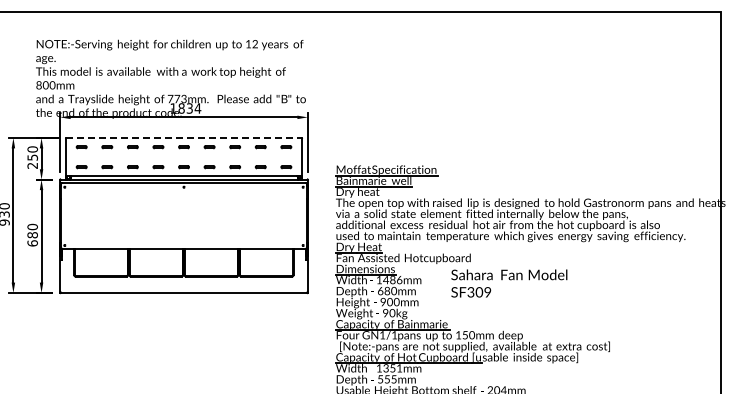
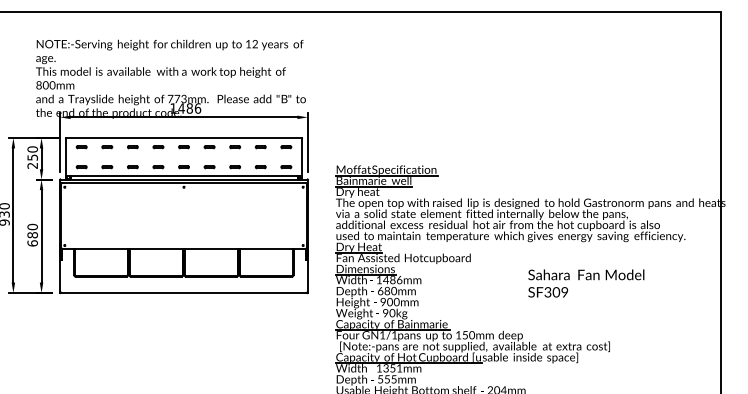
text at (189, 108): 1834 -> 1486
line at (184, 138): dashed -> solid
text at (509, 283) position: (509, 283) -> (586, 283)
